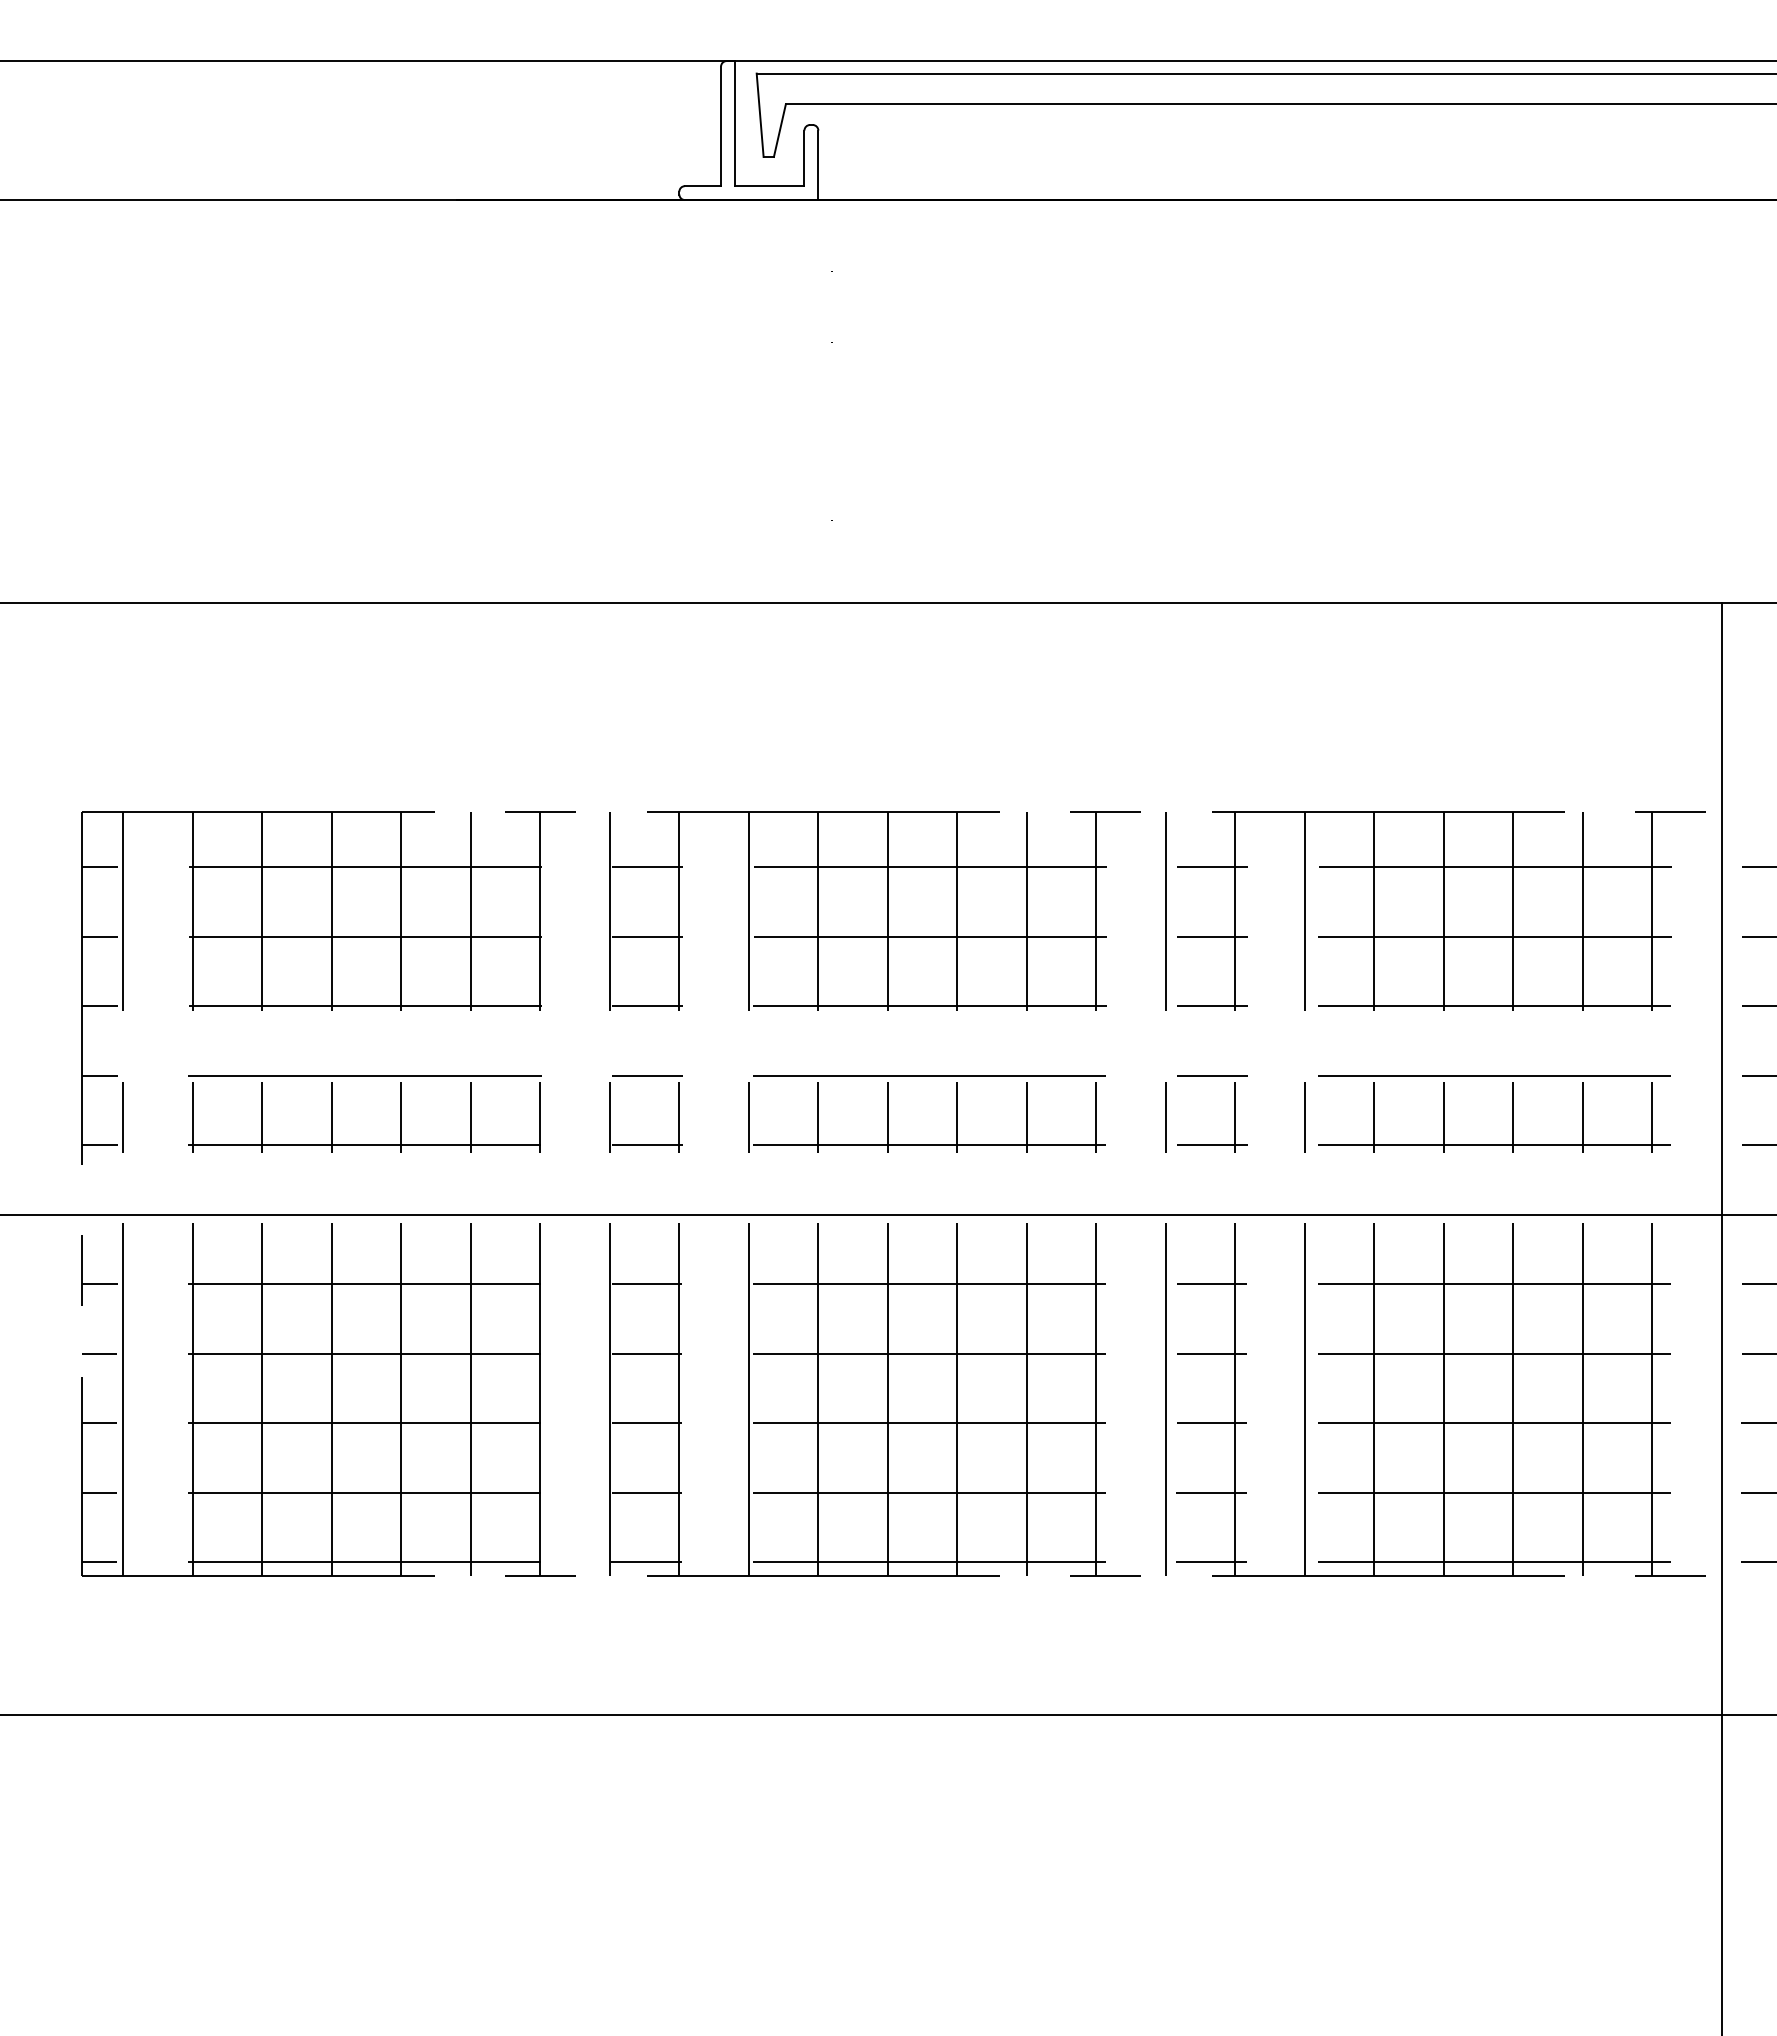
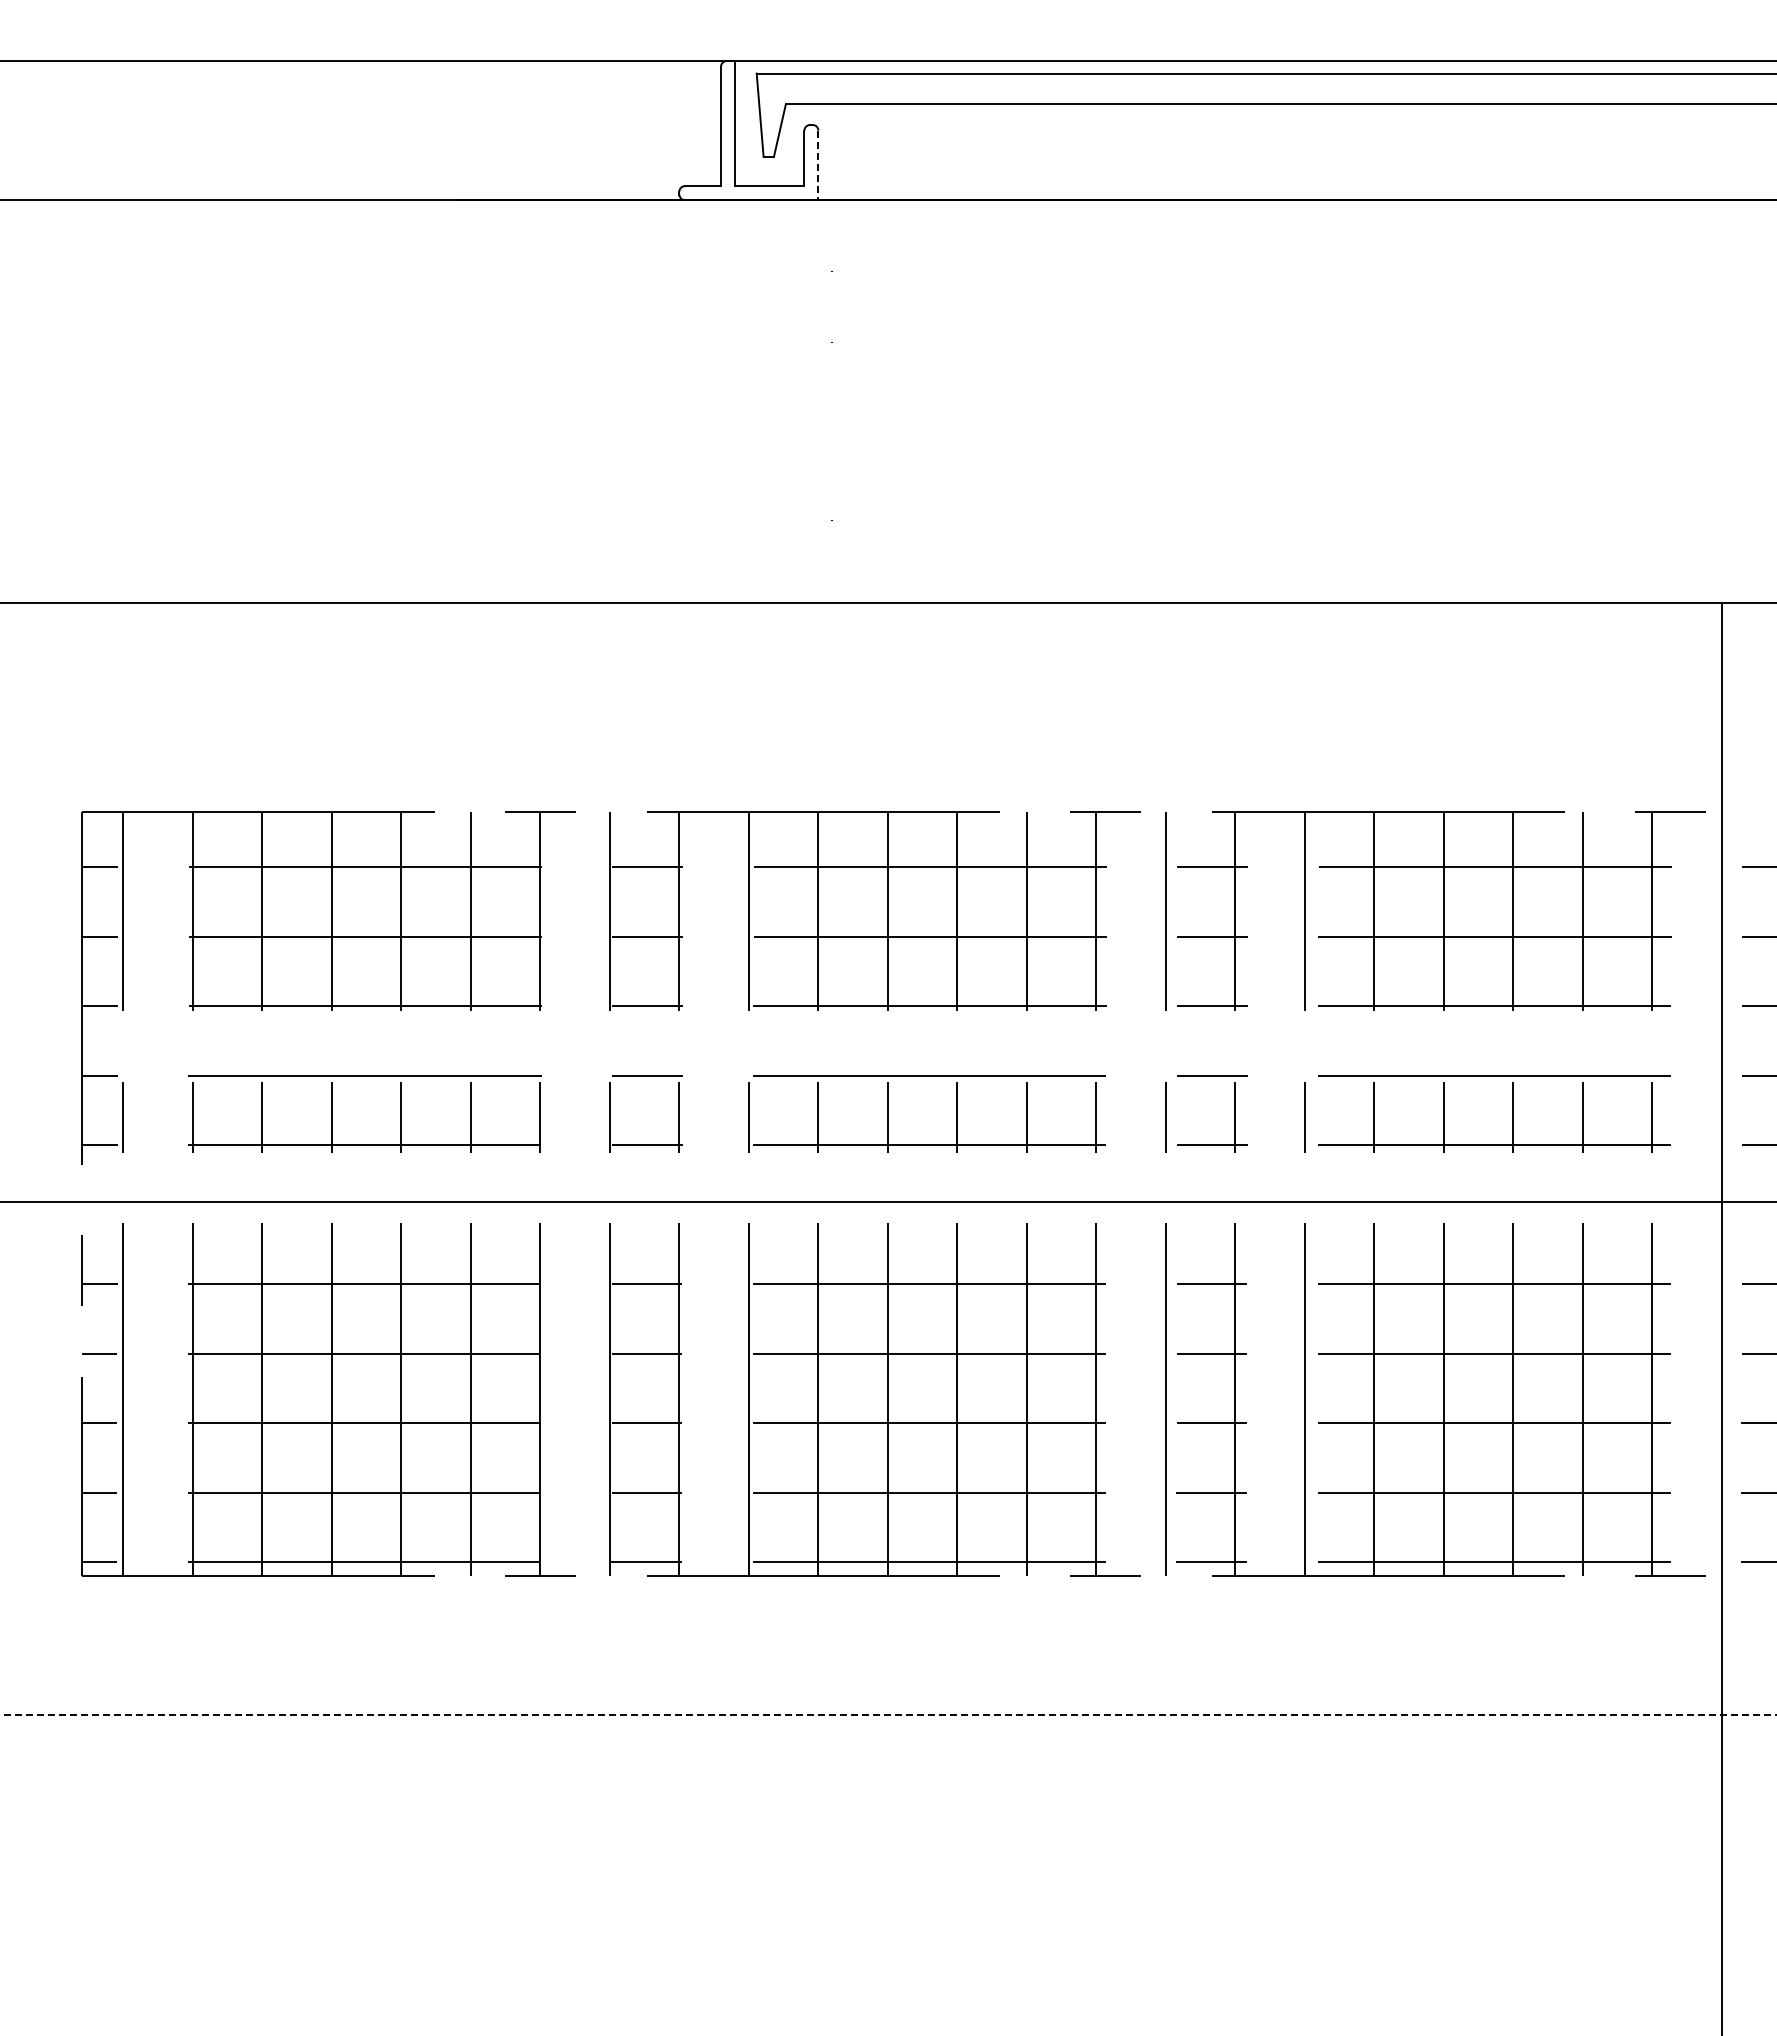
line at (818, 165): solid -> dashed
line at (887, 1214) position: (887, 1214) -> (887, 1201)
line at (888, 1715): solid -> dashed
